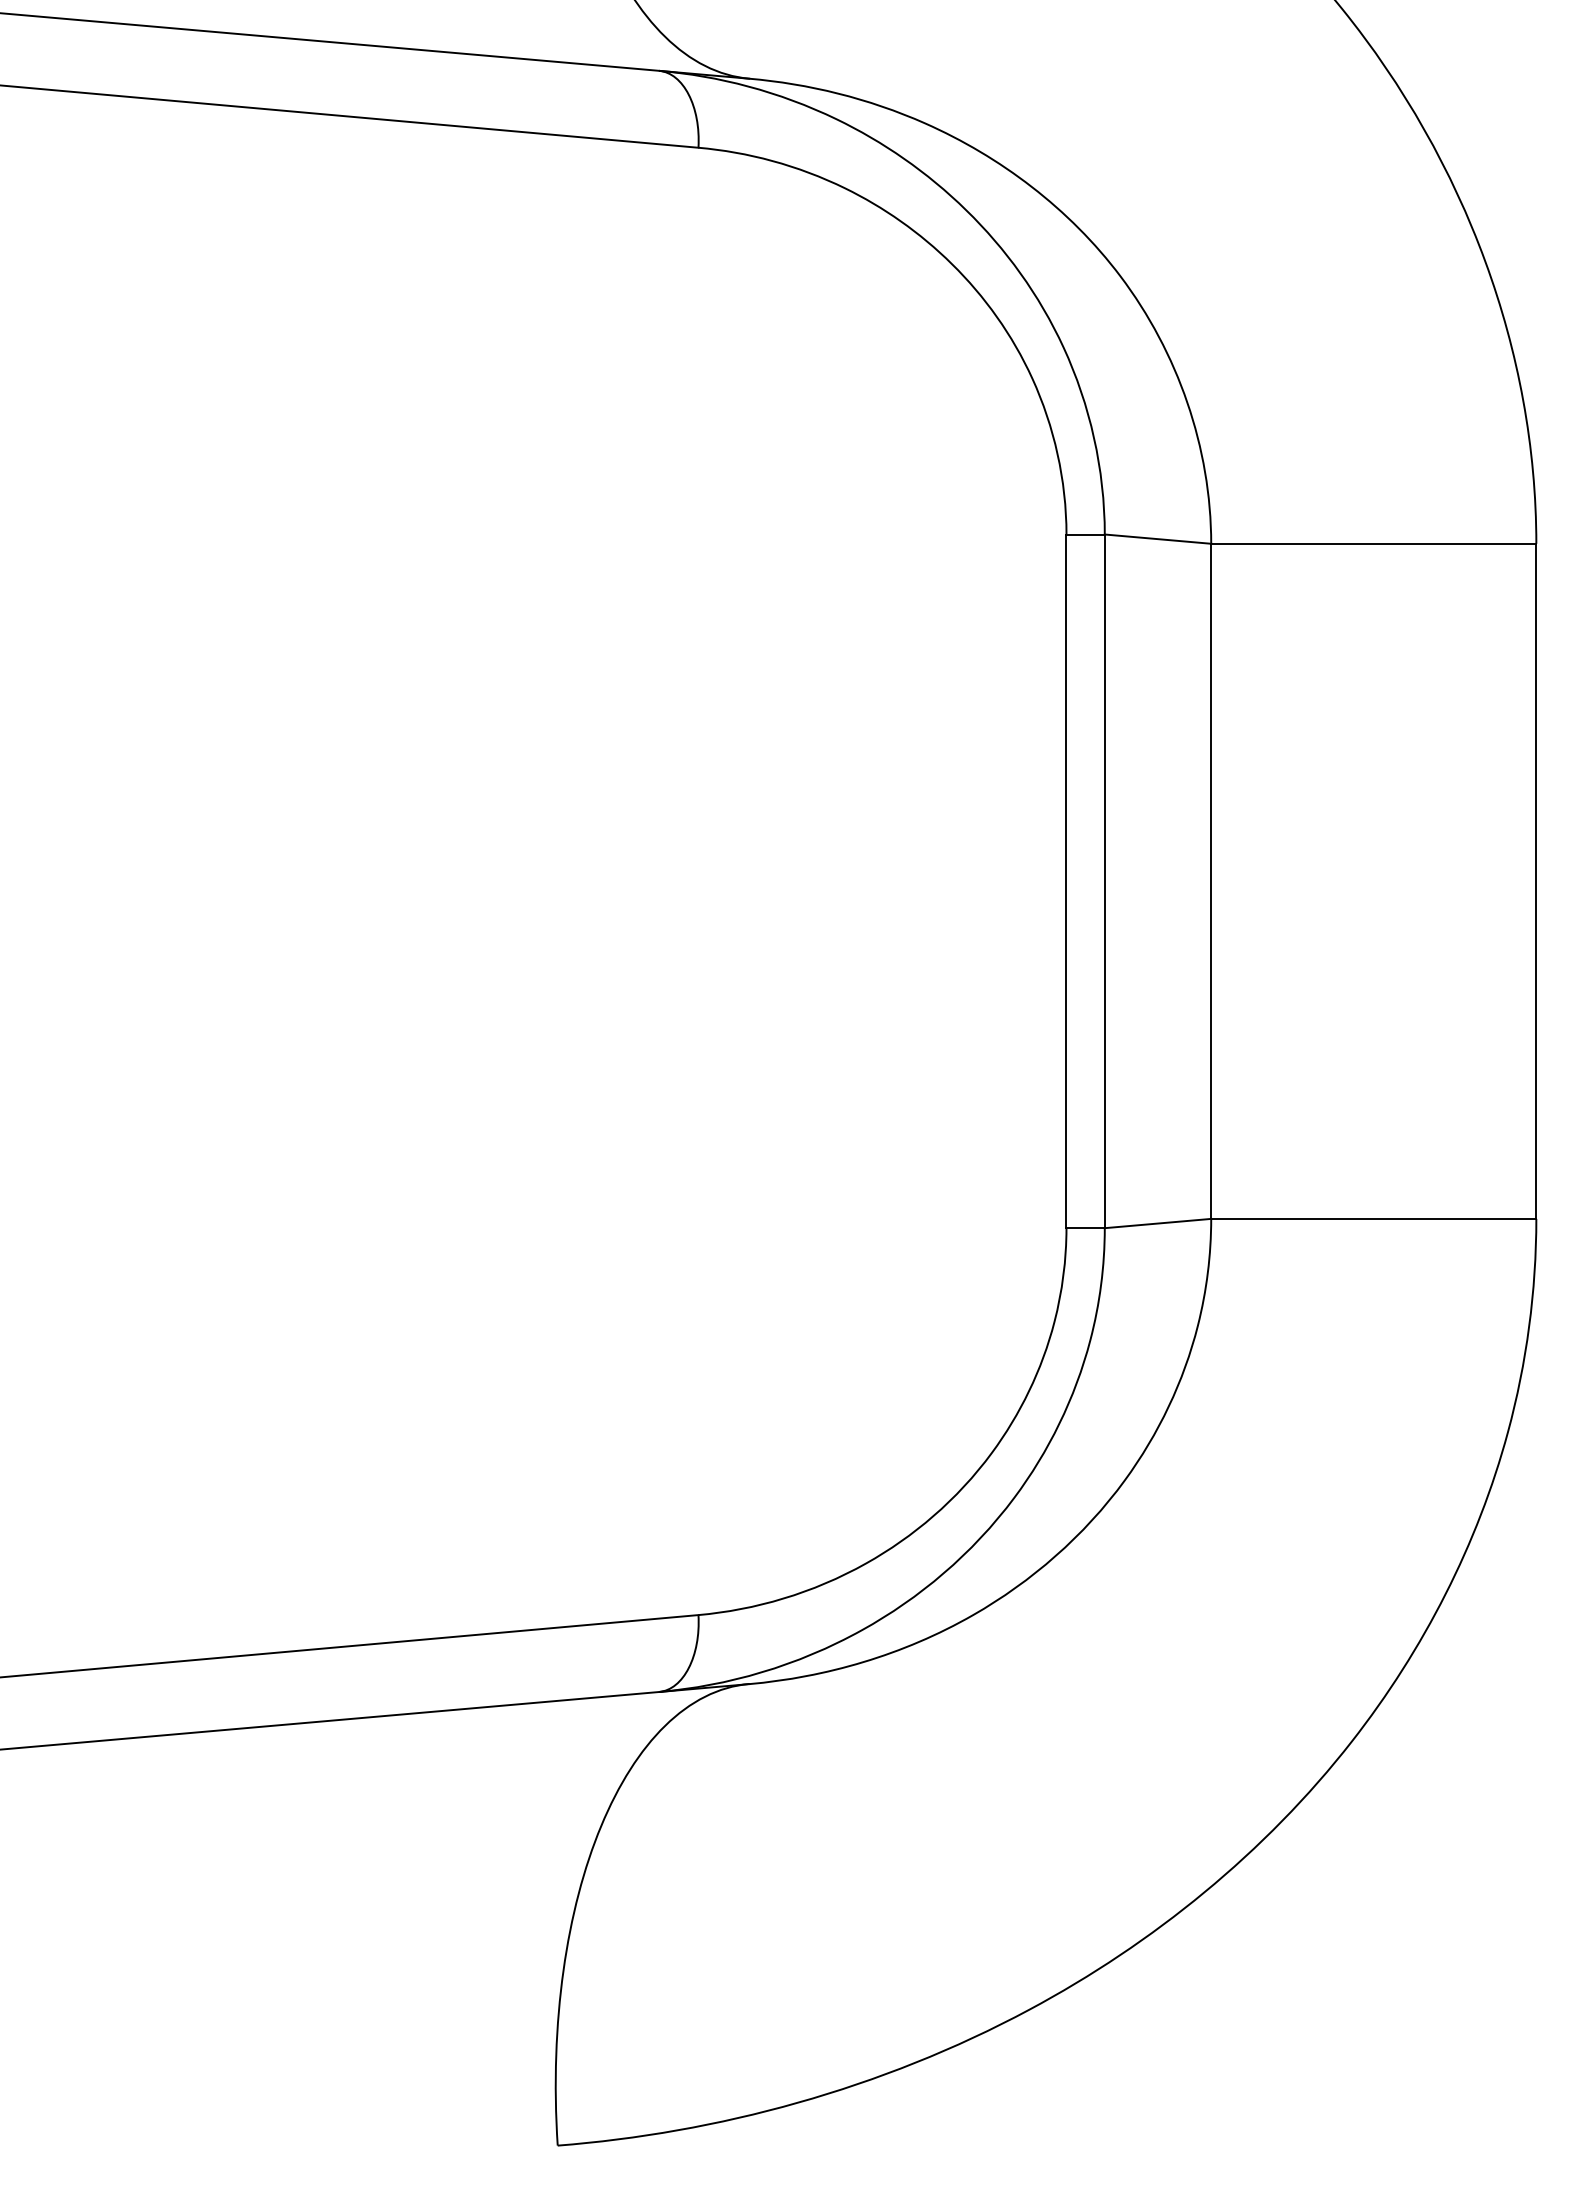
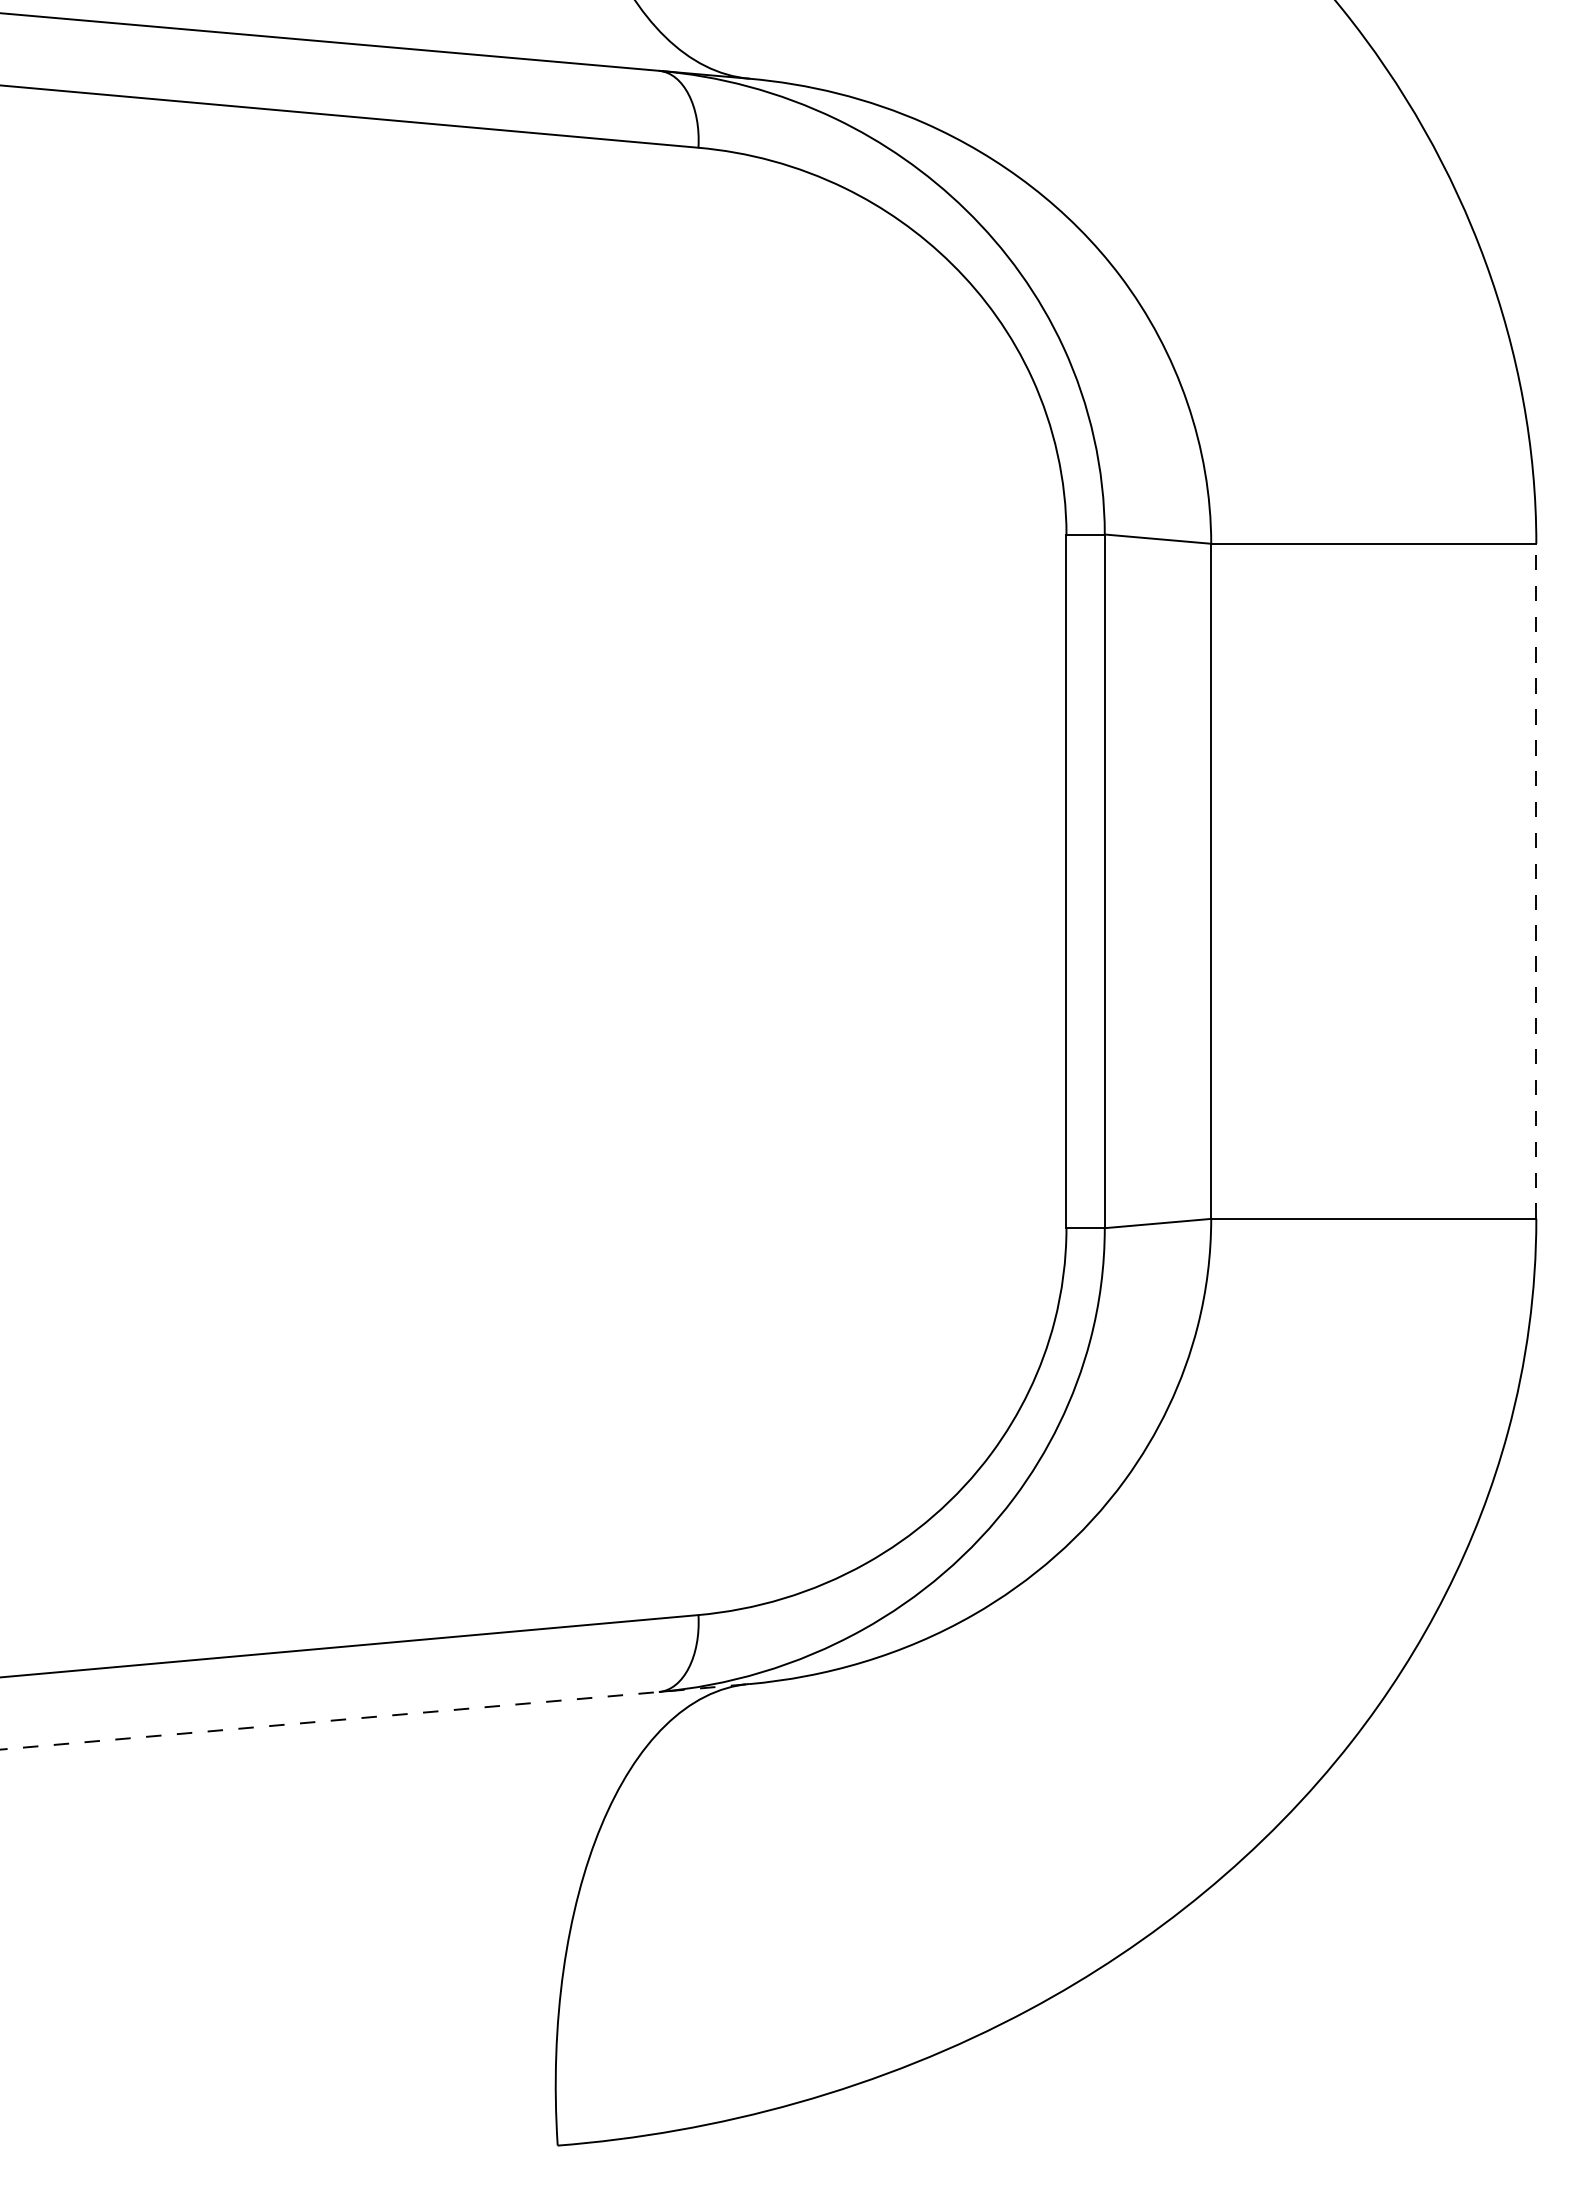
line at (1536, 881): solid -> dashed
line at (374, 1716): solid -> dashed
